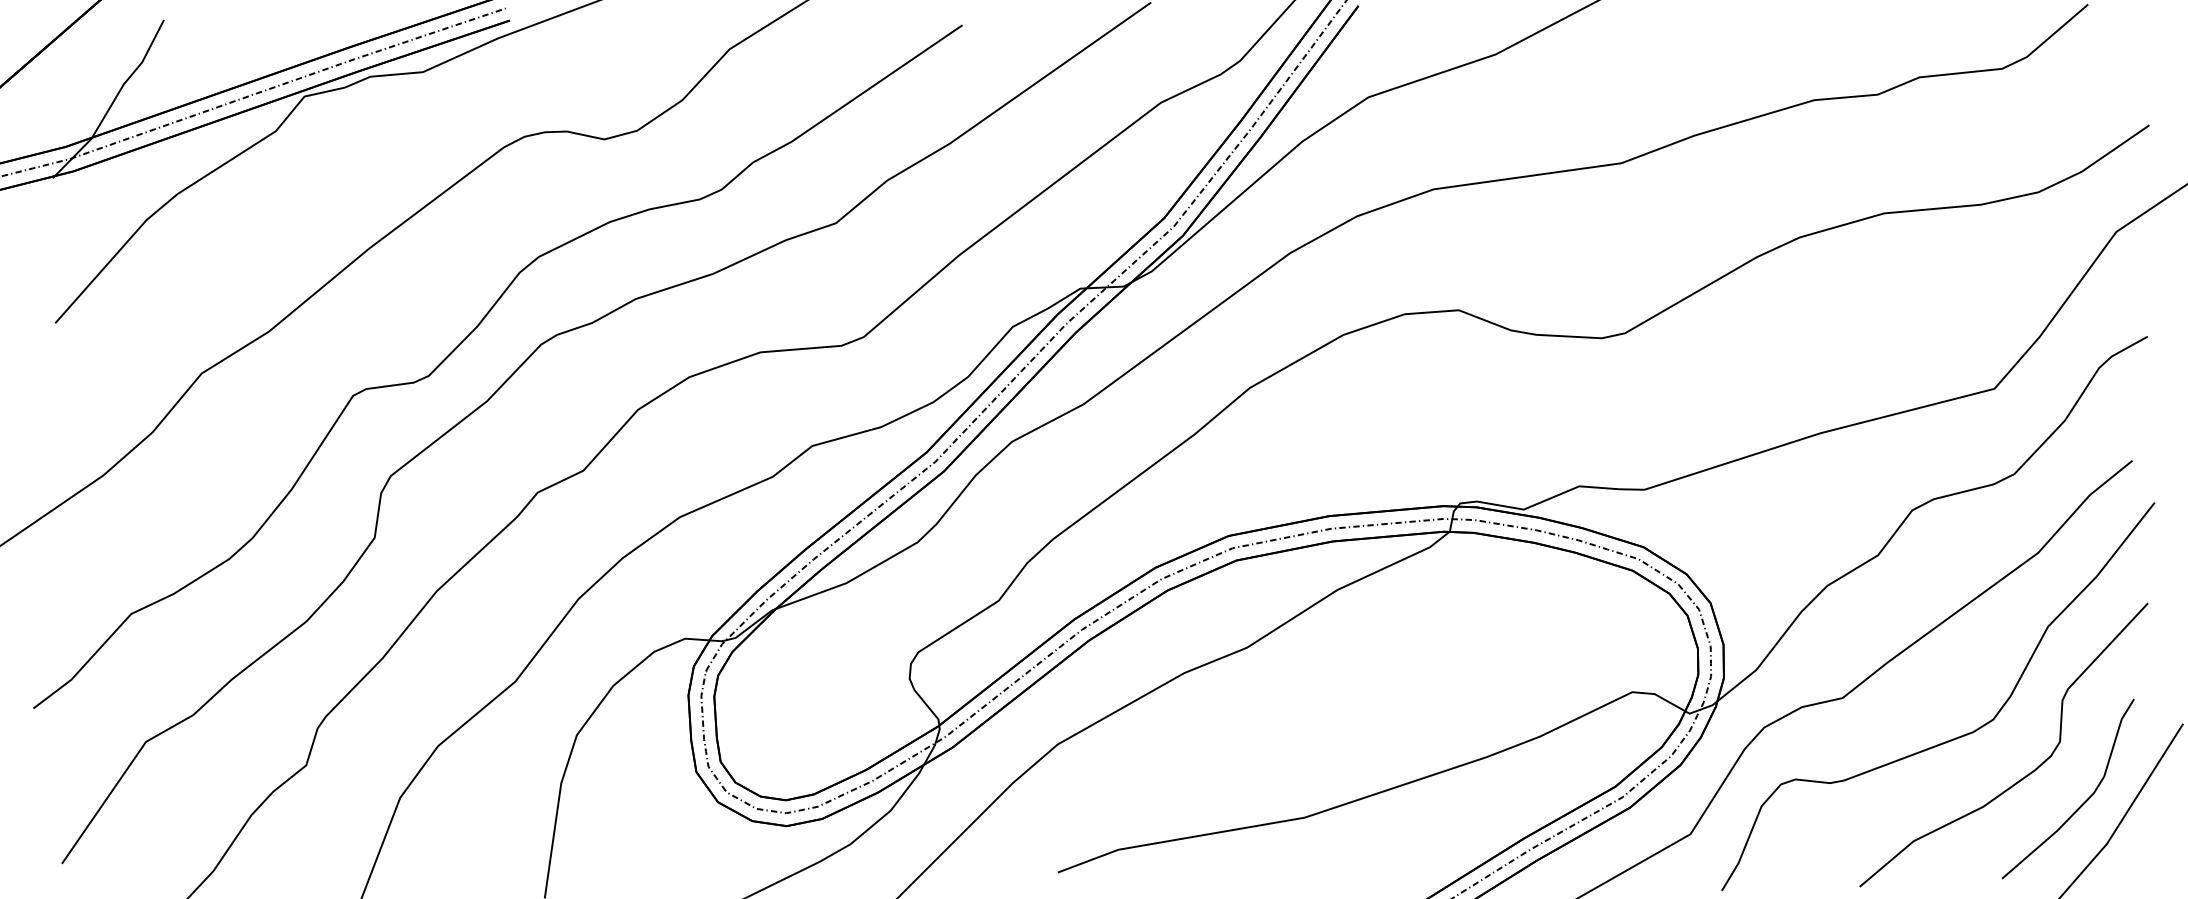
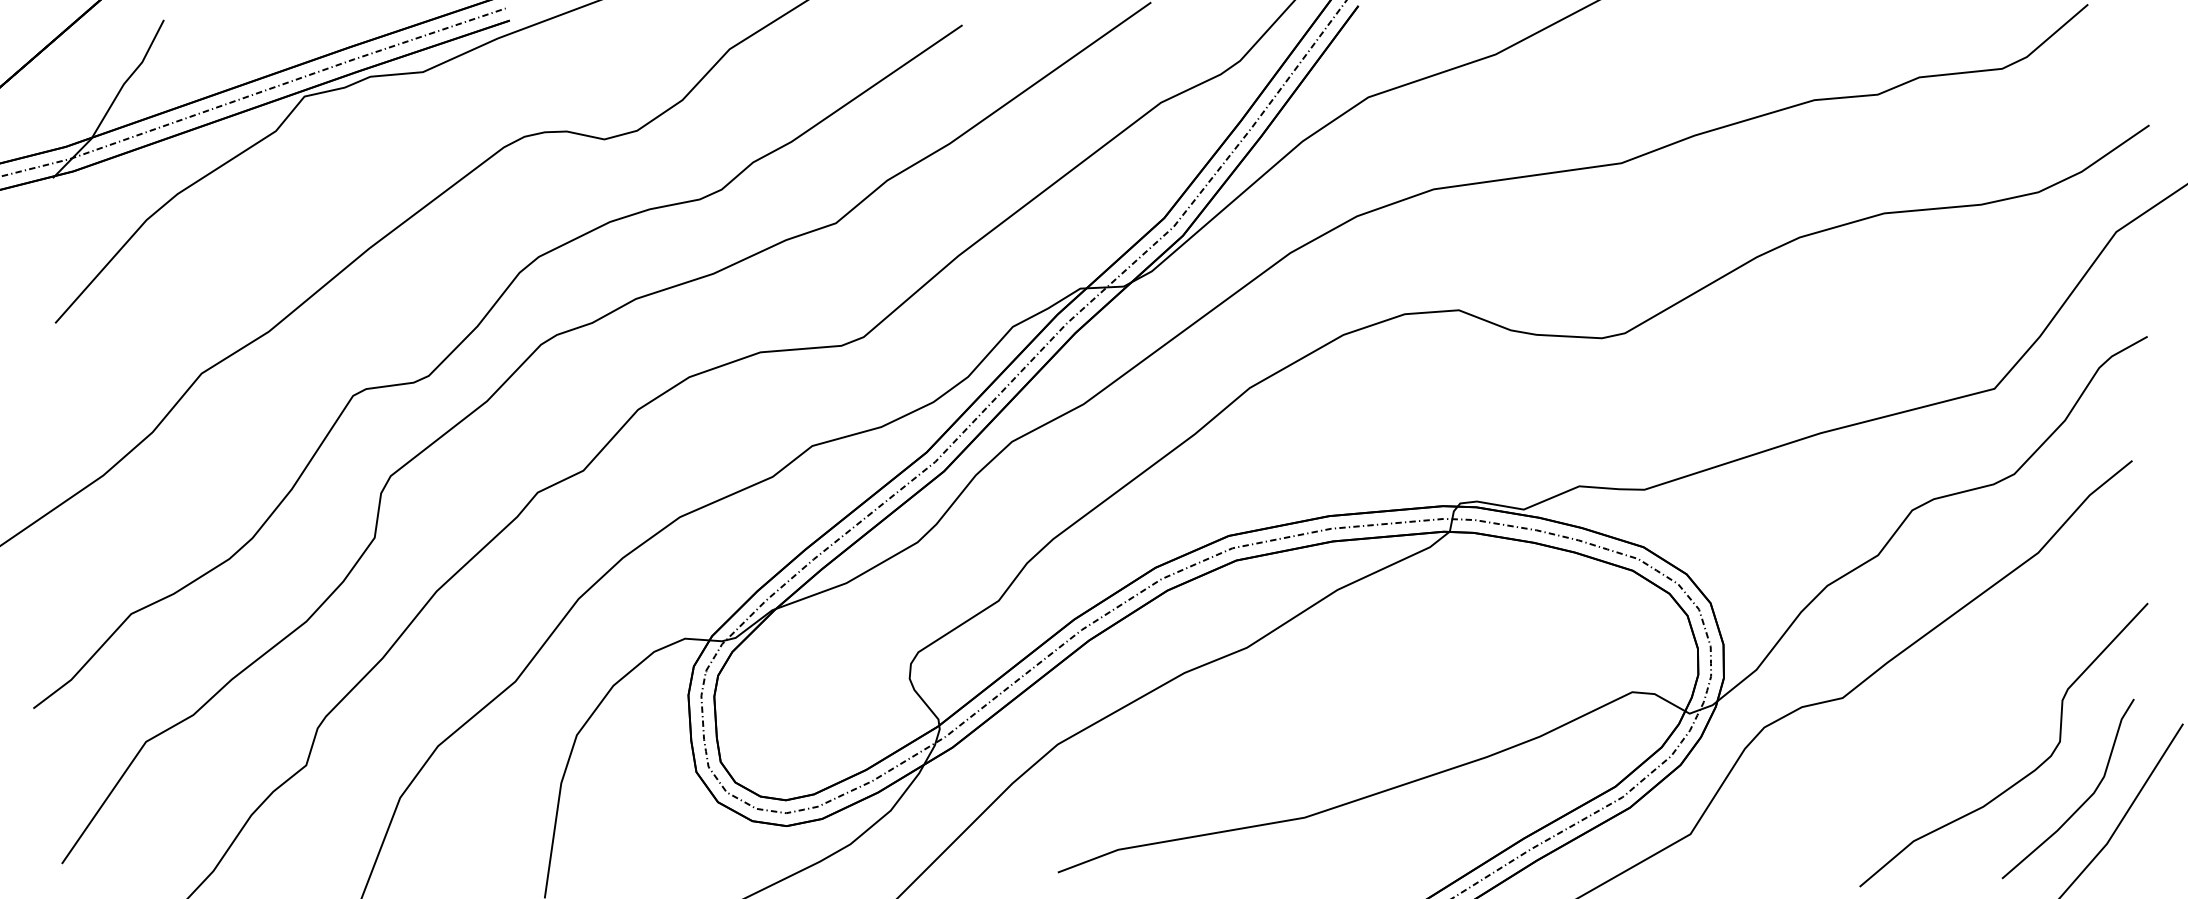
curve at (1955, 737): present -> none
